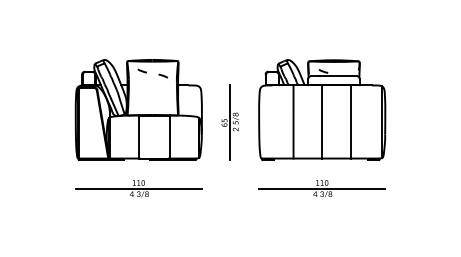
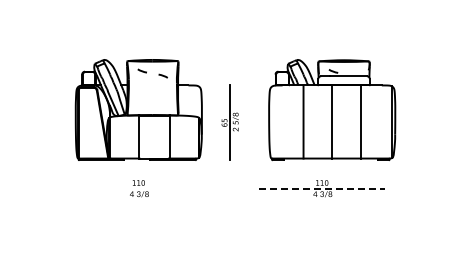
part at (322, 109) position: (322, 109) -> (332, 109)
line at (138, 188): present -> none
line at (322, 188): solid -> dashed
